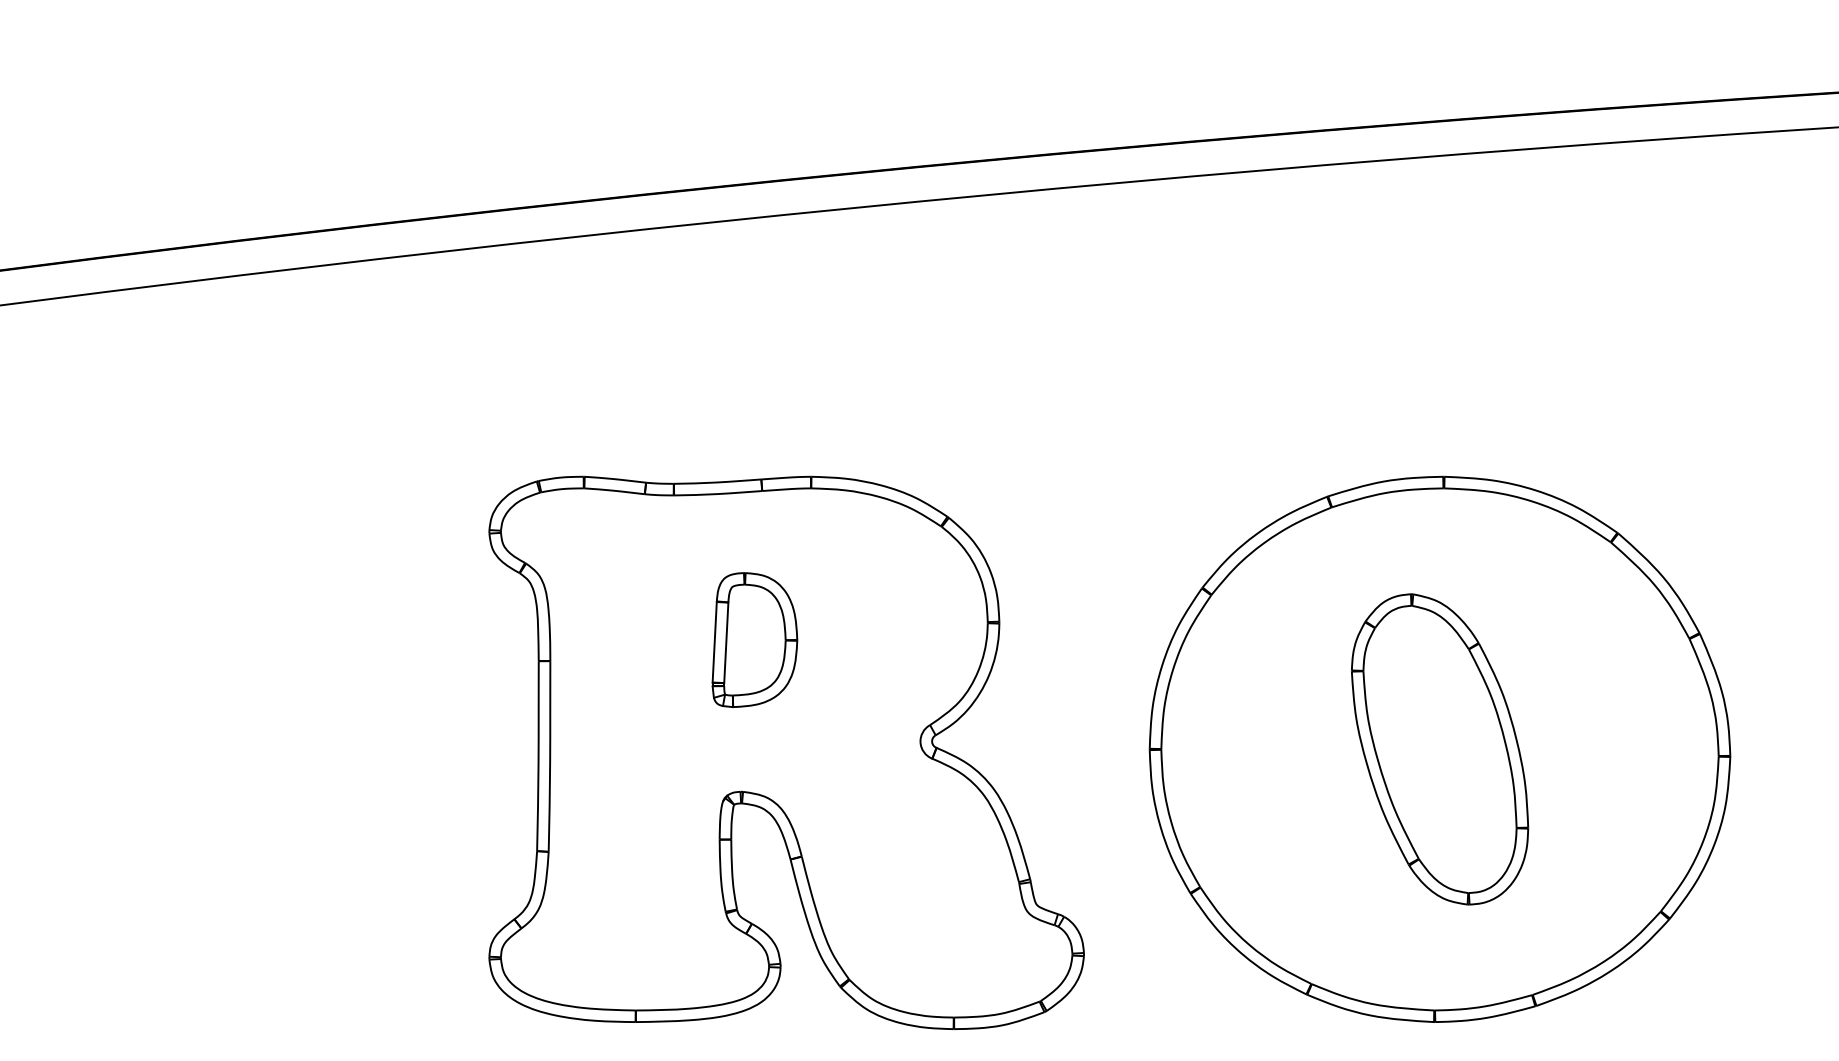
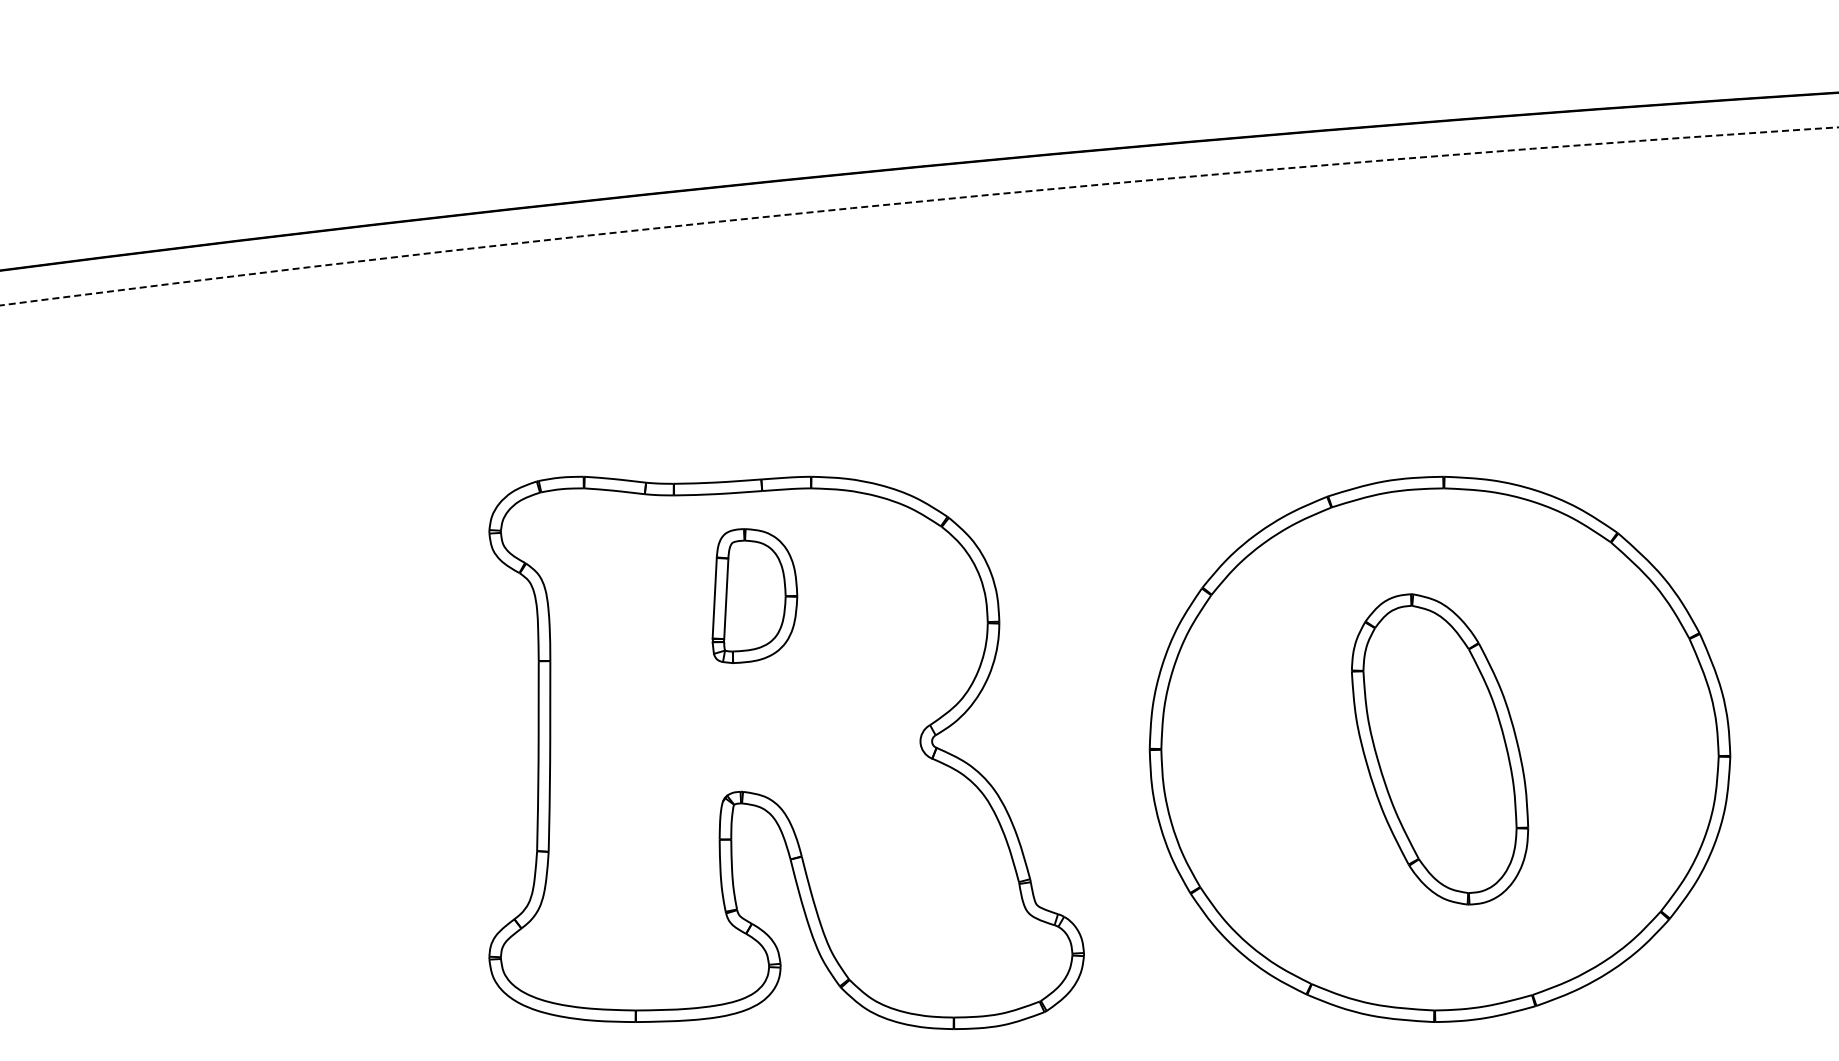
arc at (917, 201): solid -> dashed
part at (754, 640) position: (754, 640) -> (754, 596)
